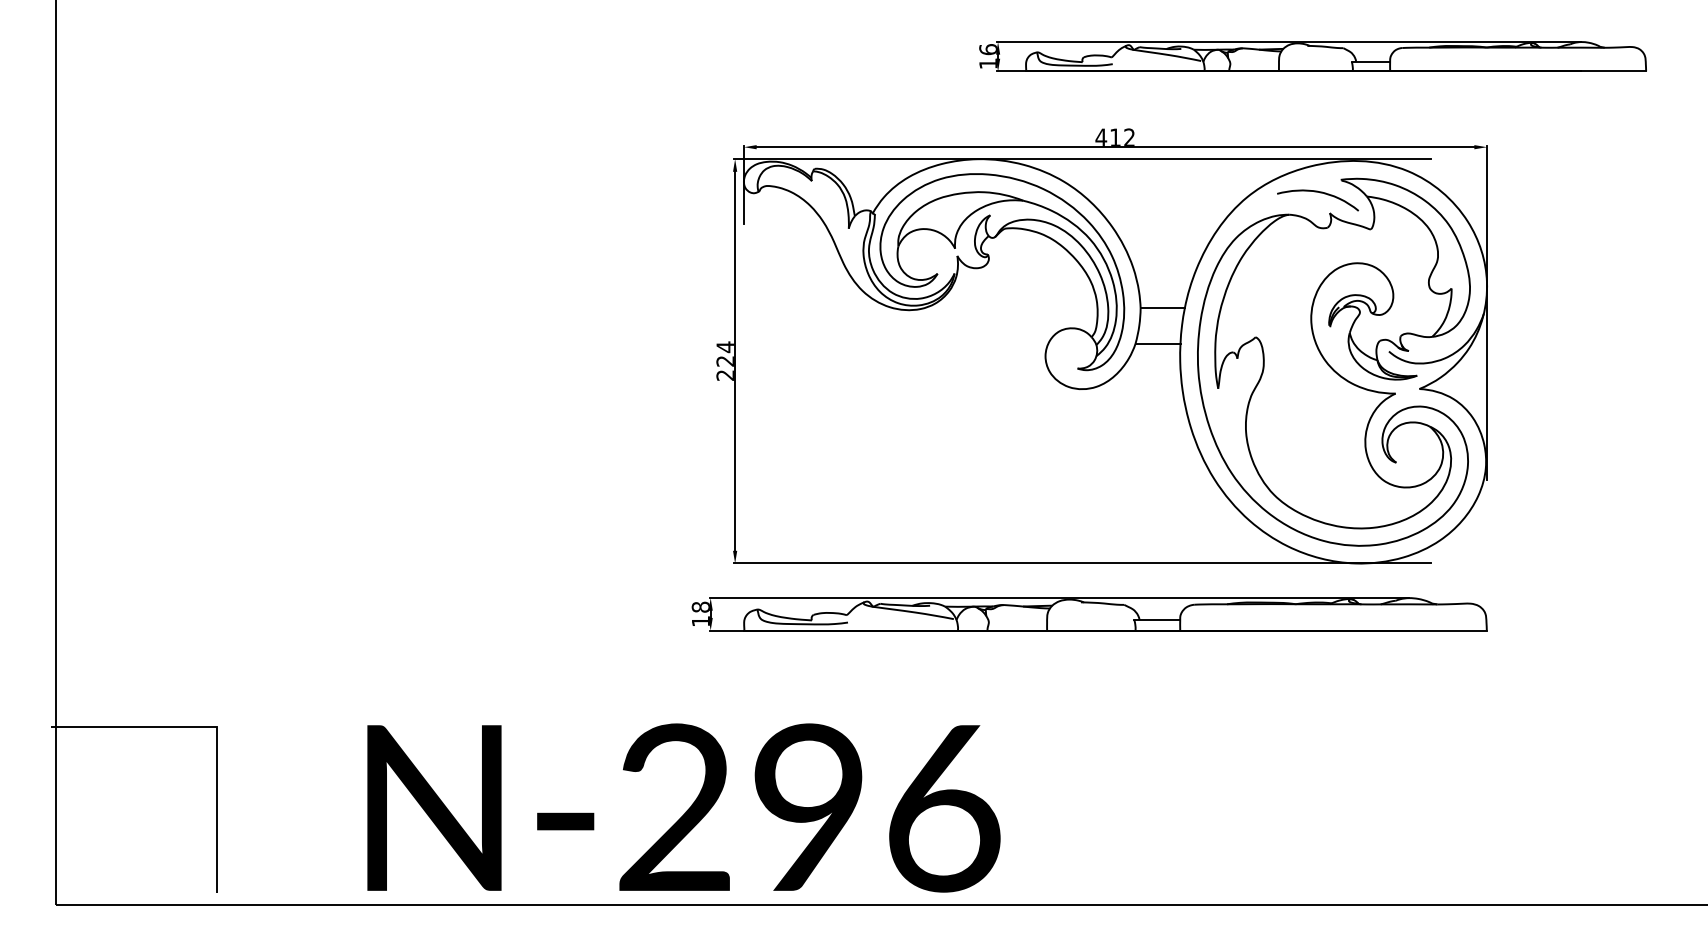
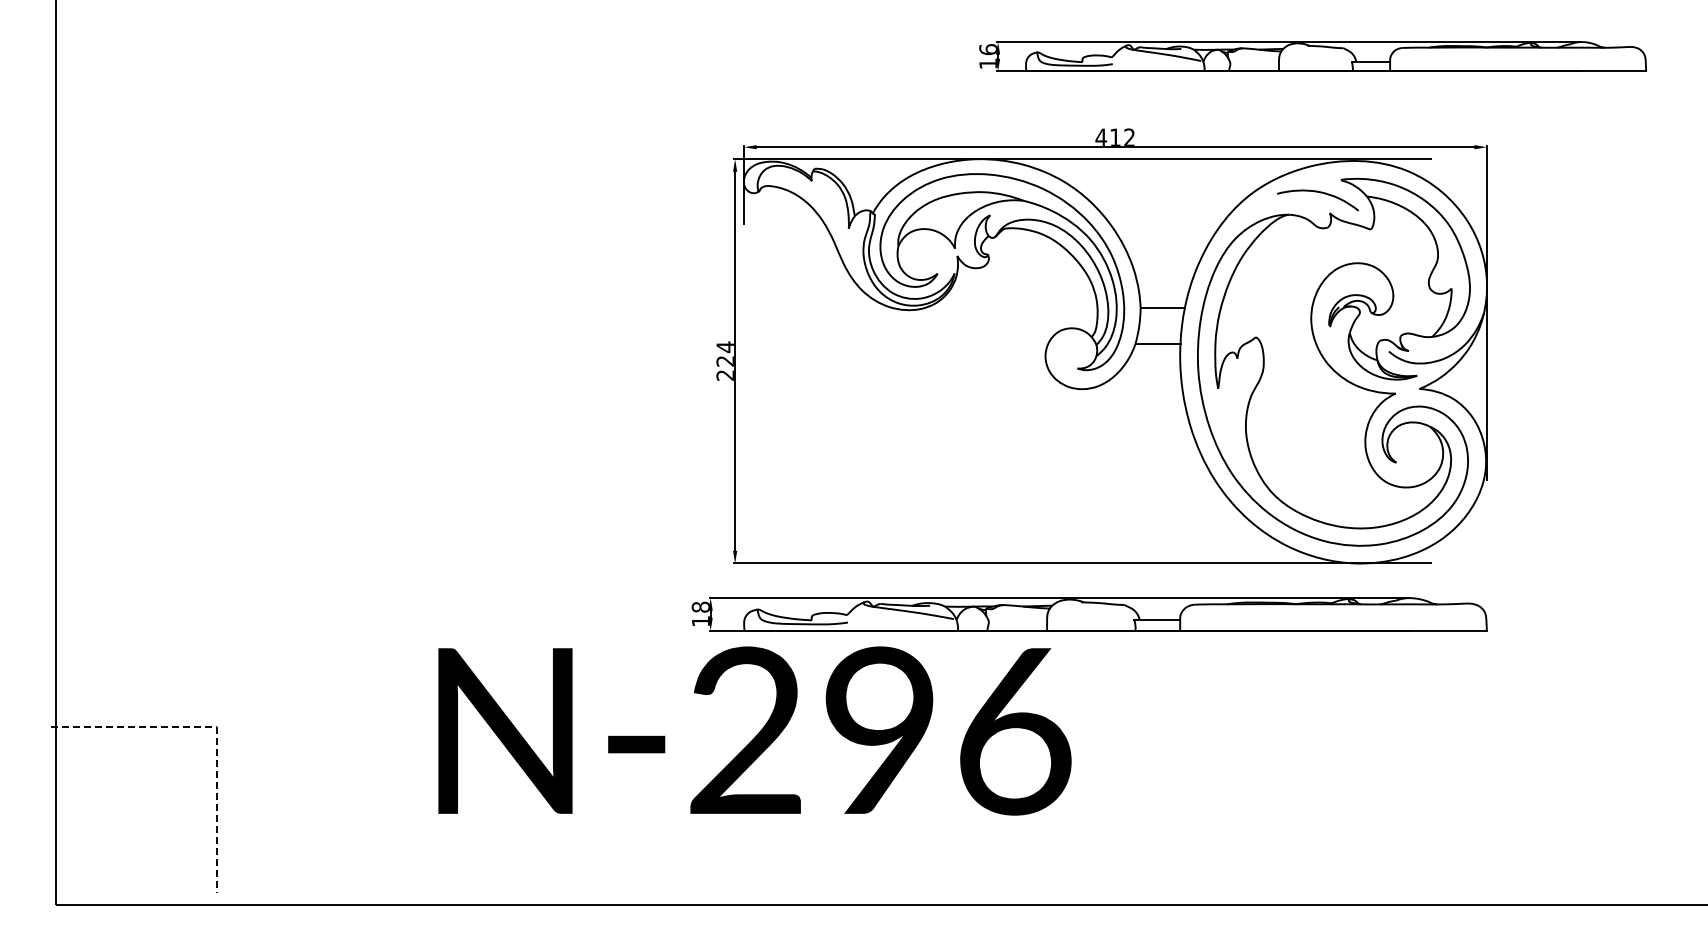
line at (216, 727): solid -> dashed
text at (683, 807) position: (683, 807) -> (754, 730)
